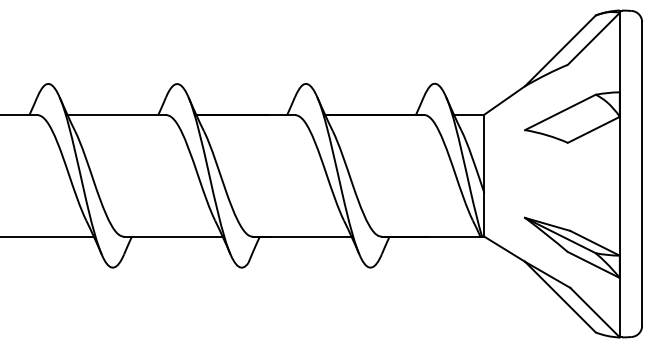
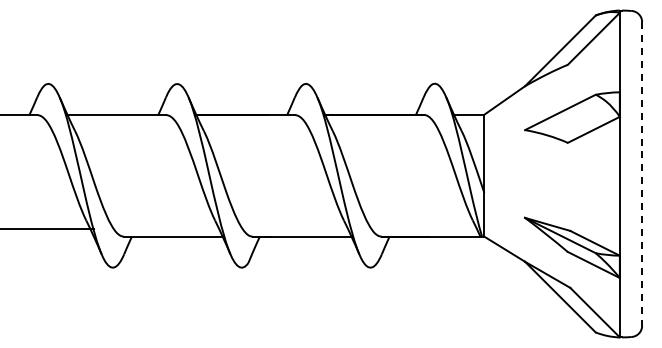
line at (642, 173): solid -> dashed
line at (47, 236) position: (47, 236) -> (47, 228)
